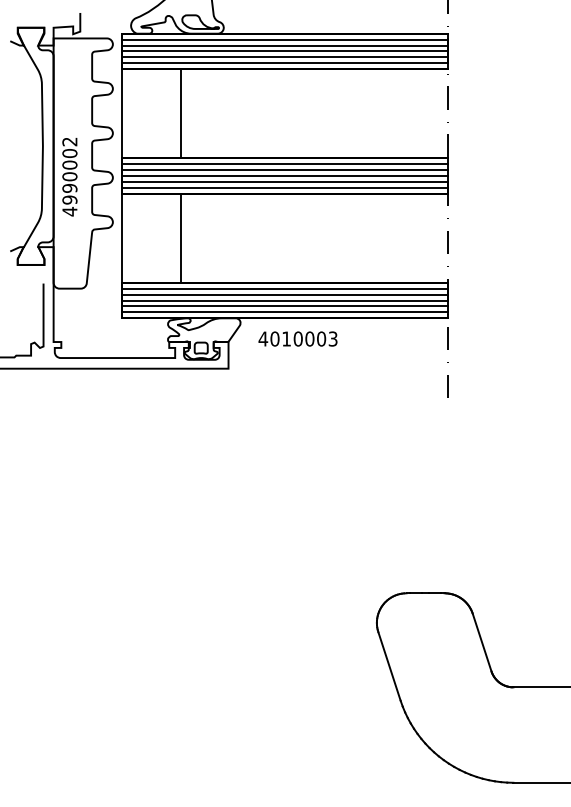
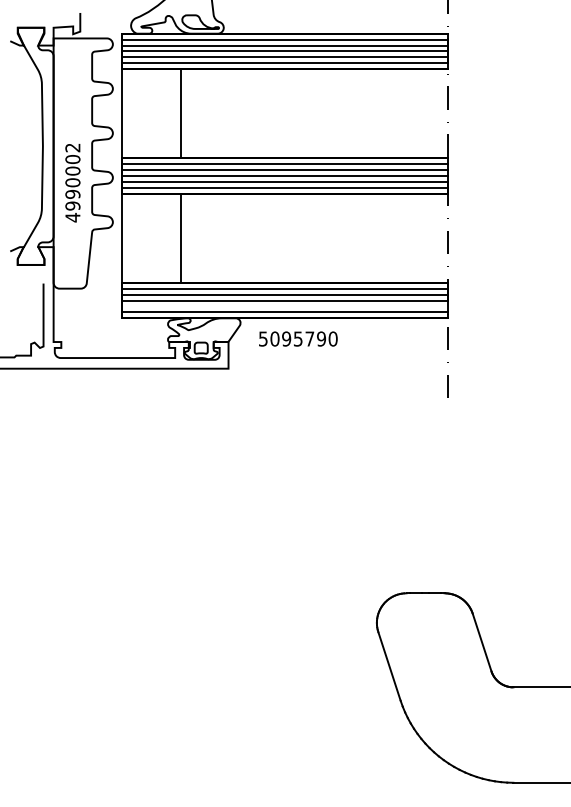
text at (69, 177) position: (69, 177) -> (72, 183)
line at (284, 306): present -> none
text at (297, 338): 4010003 -> 5095790
